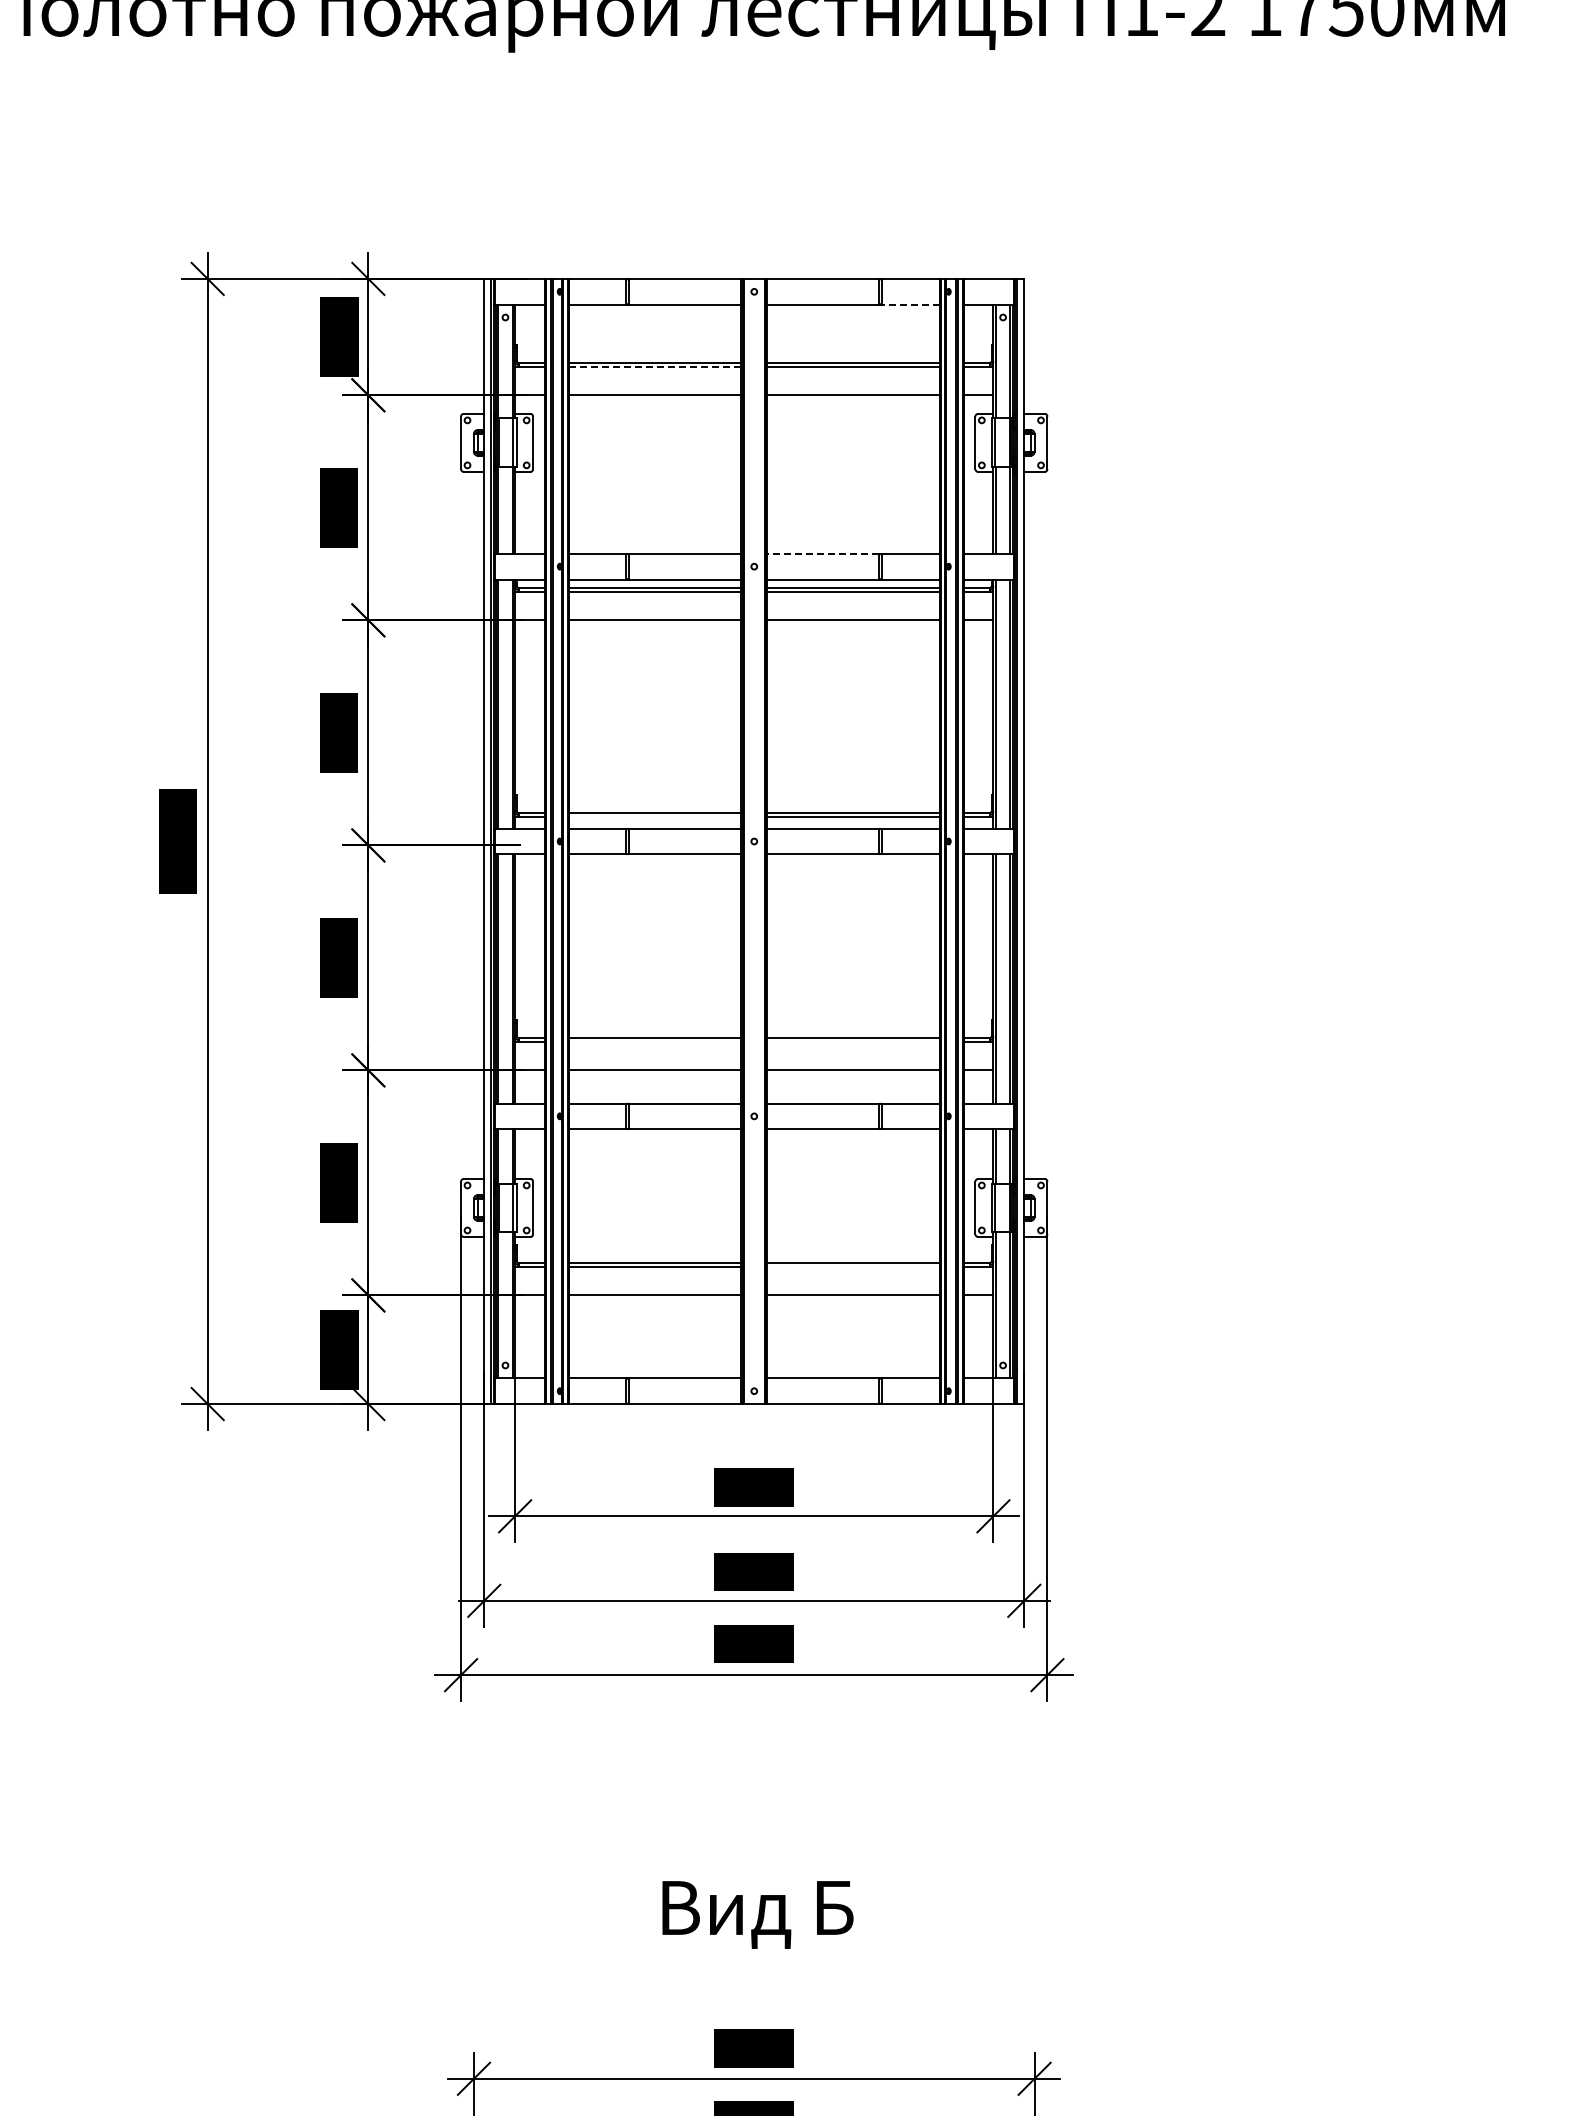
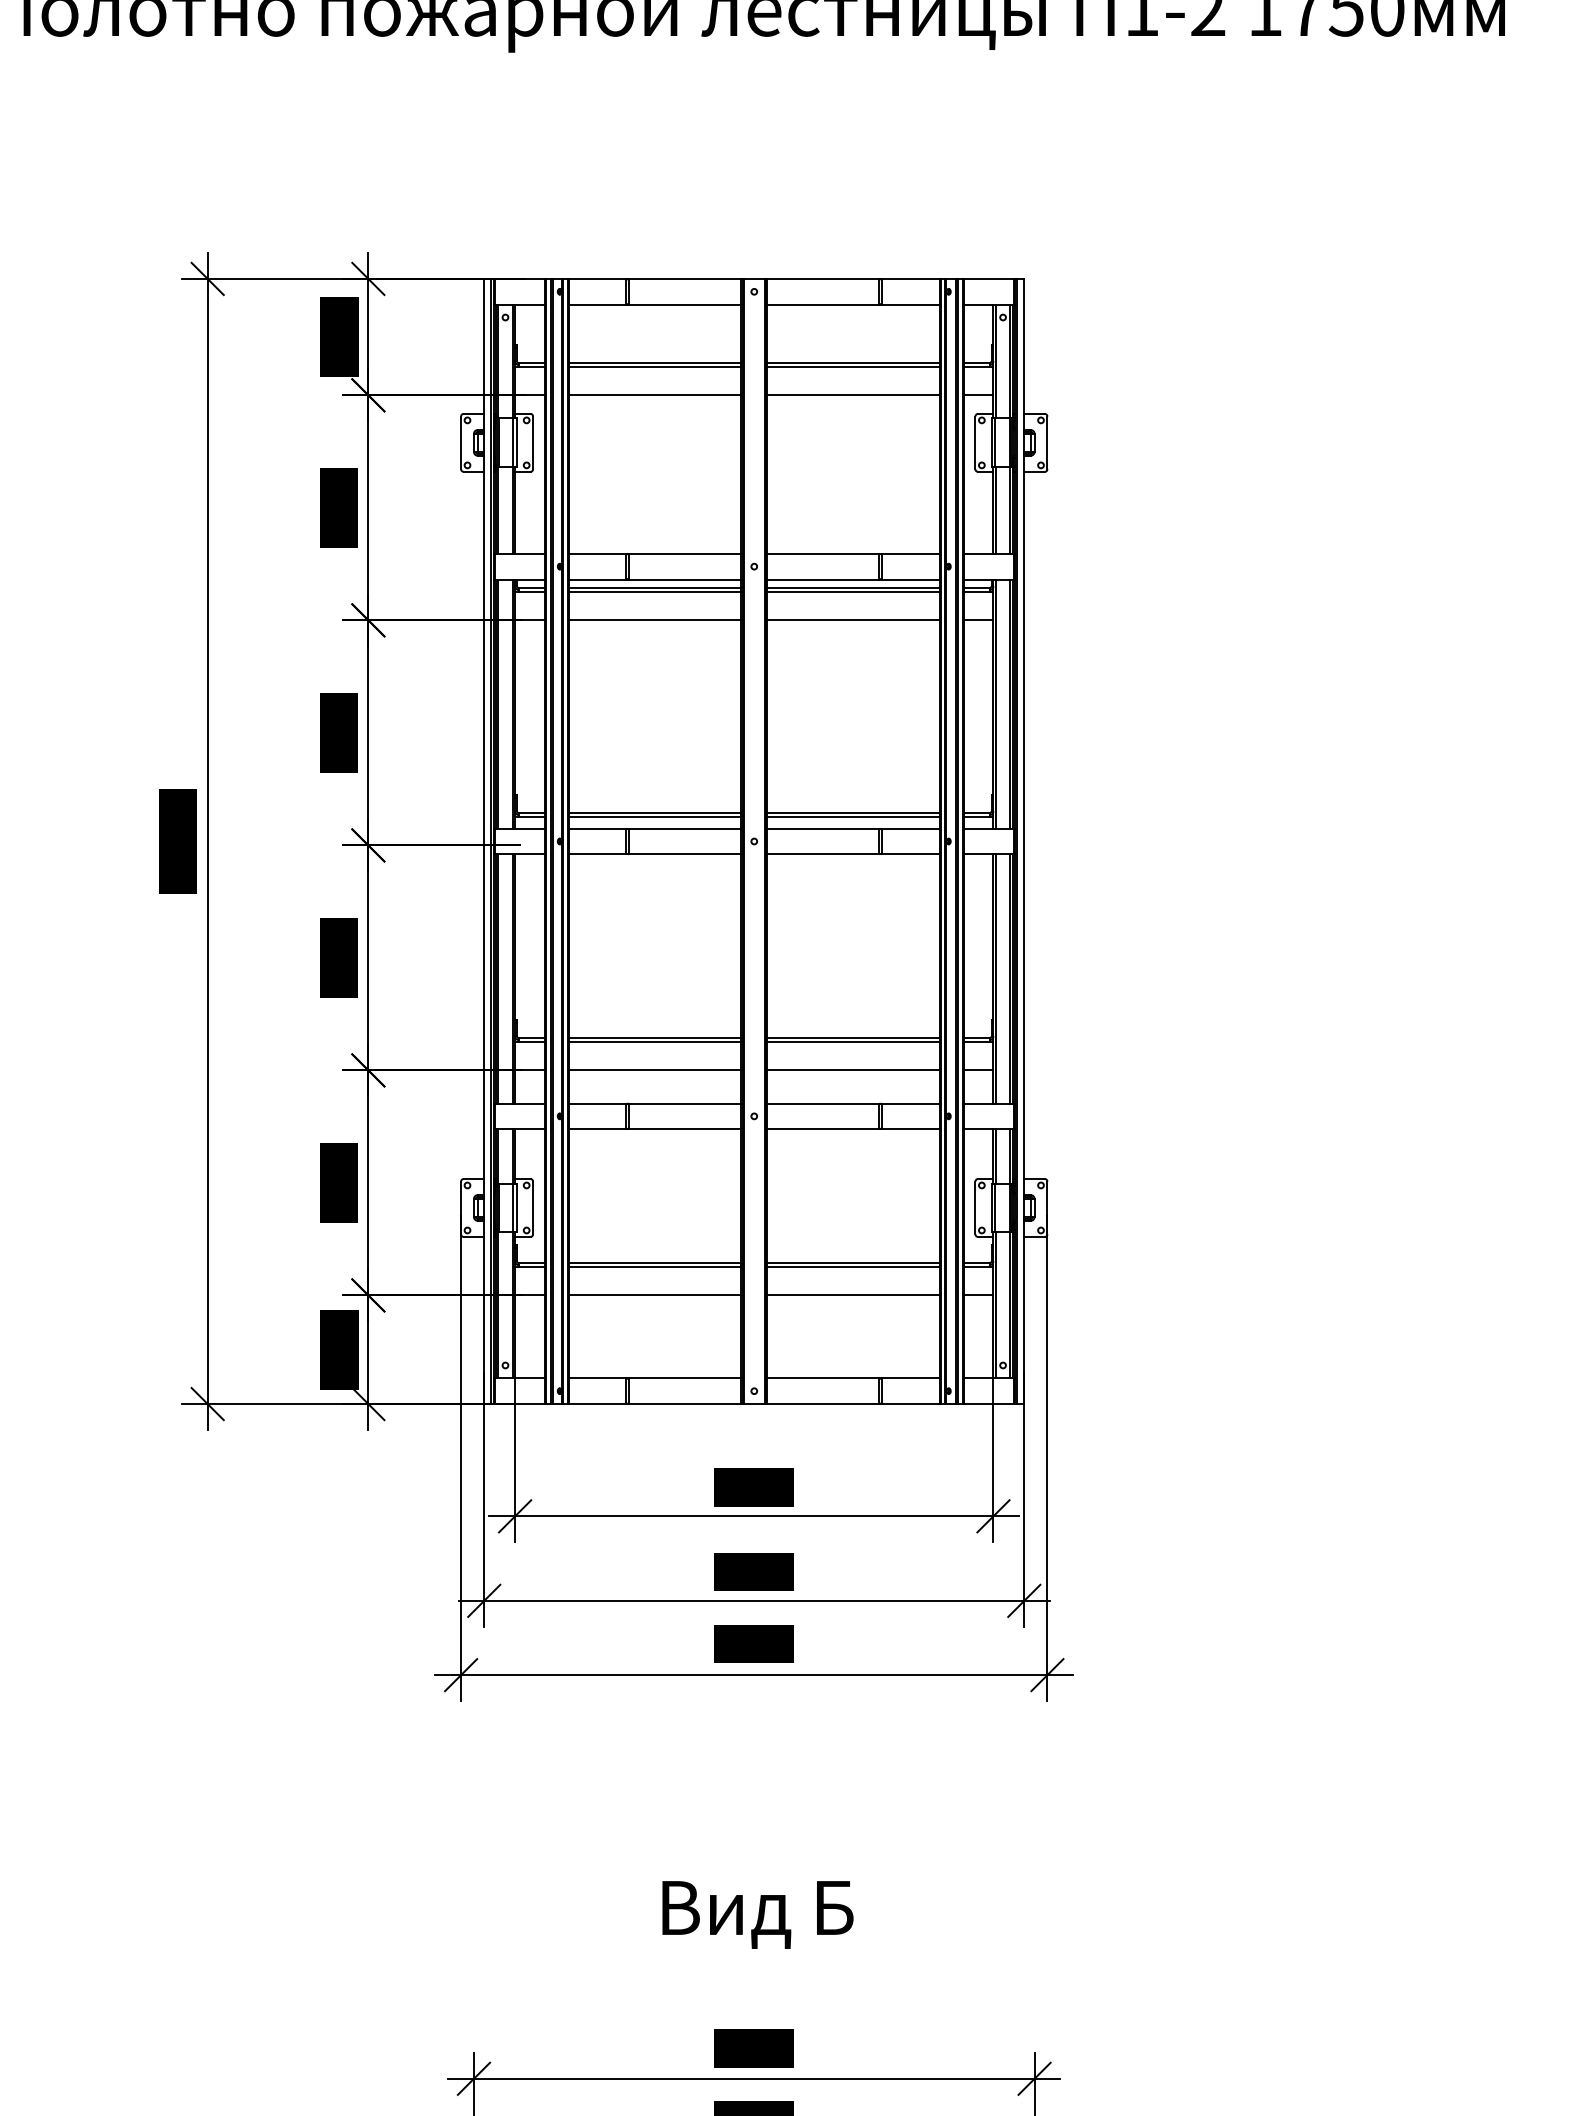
line at (910, 304): dashed -> solid
line at (655, 367): dashed -> solid
line at (822, 553): dashed -> solid
line at (654, 817): none -> present
line at (654, 1042): none -> present
line at (853, 1042): none -> present
line at (853, 1267): none -> present
